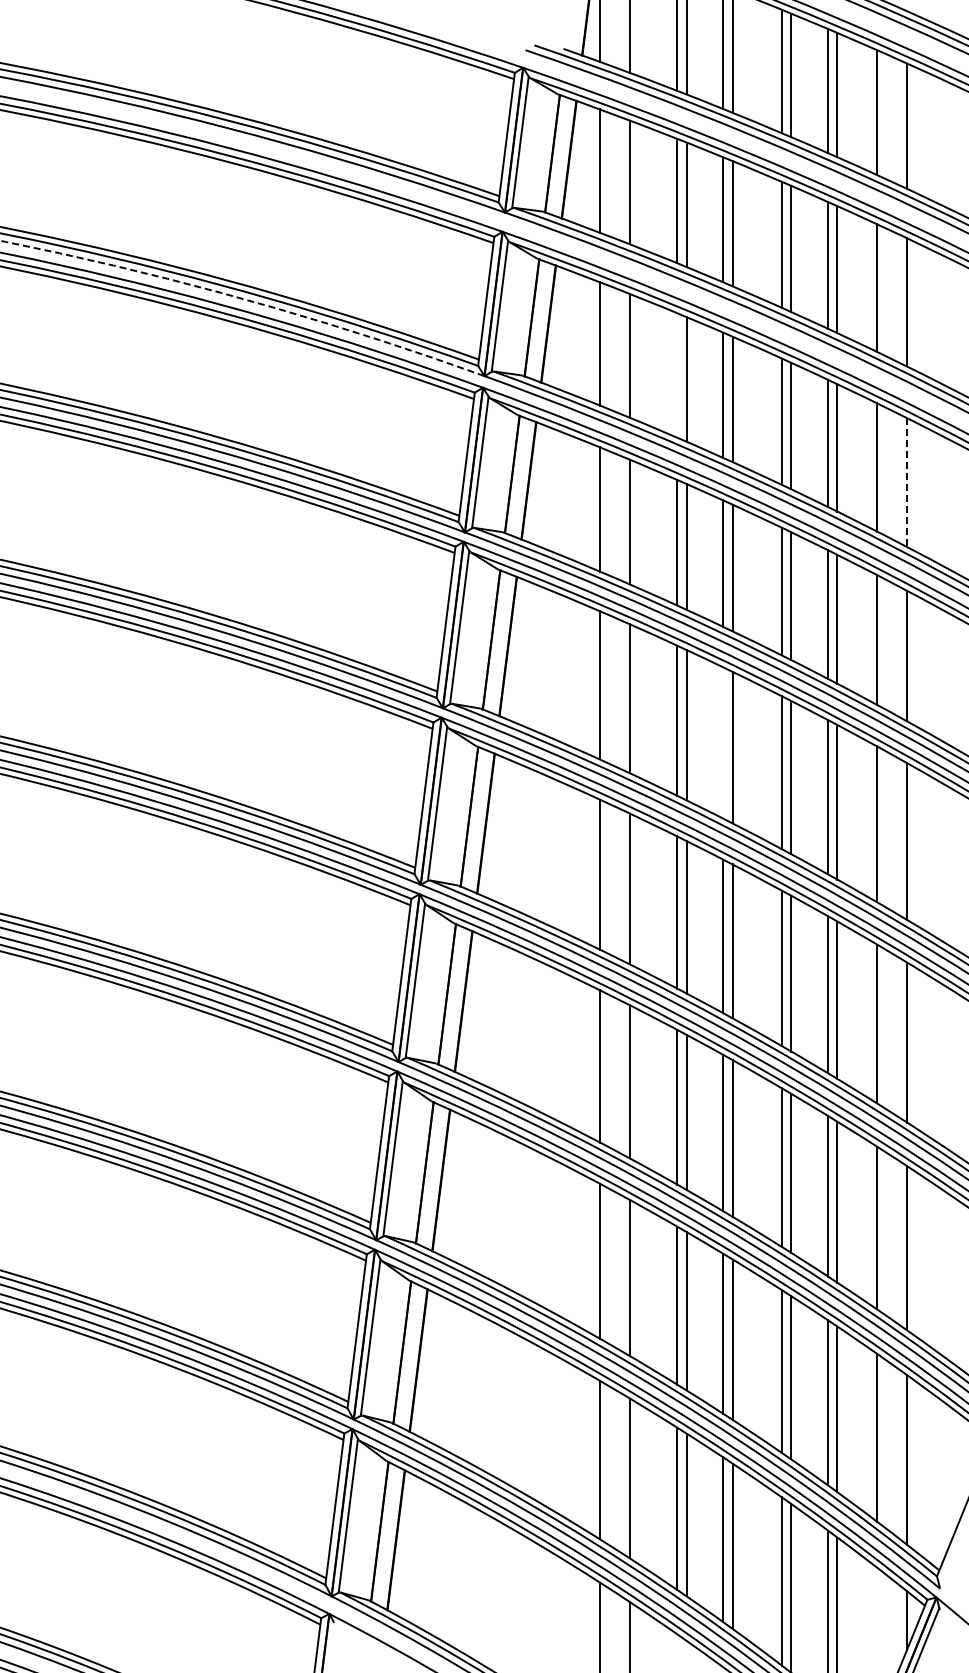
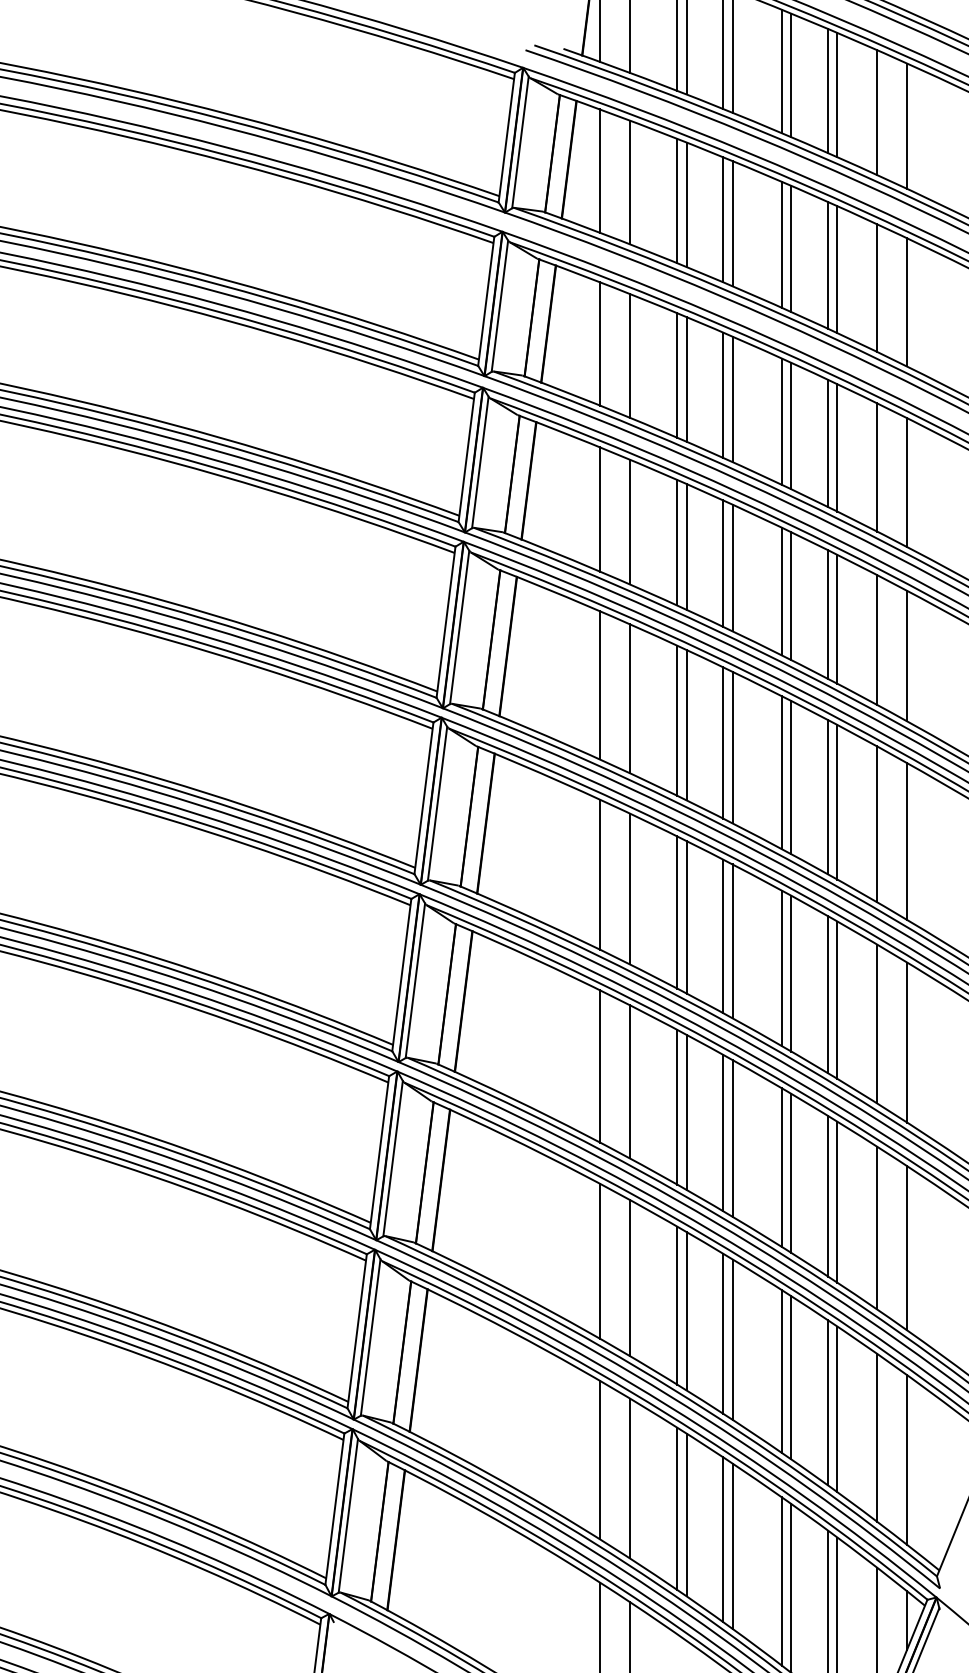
arc at (244, 299): dashed -> solid
line at (677, 375): none -> present
line at (906, 483): dashed -> solid
line at (723, 742): none -> present
line at (877, 1618): none -> present
